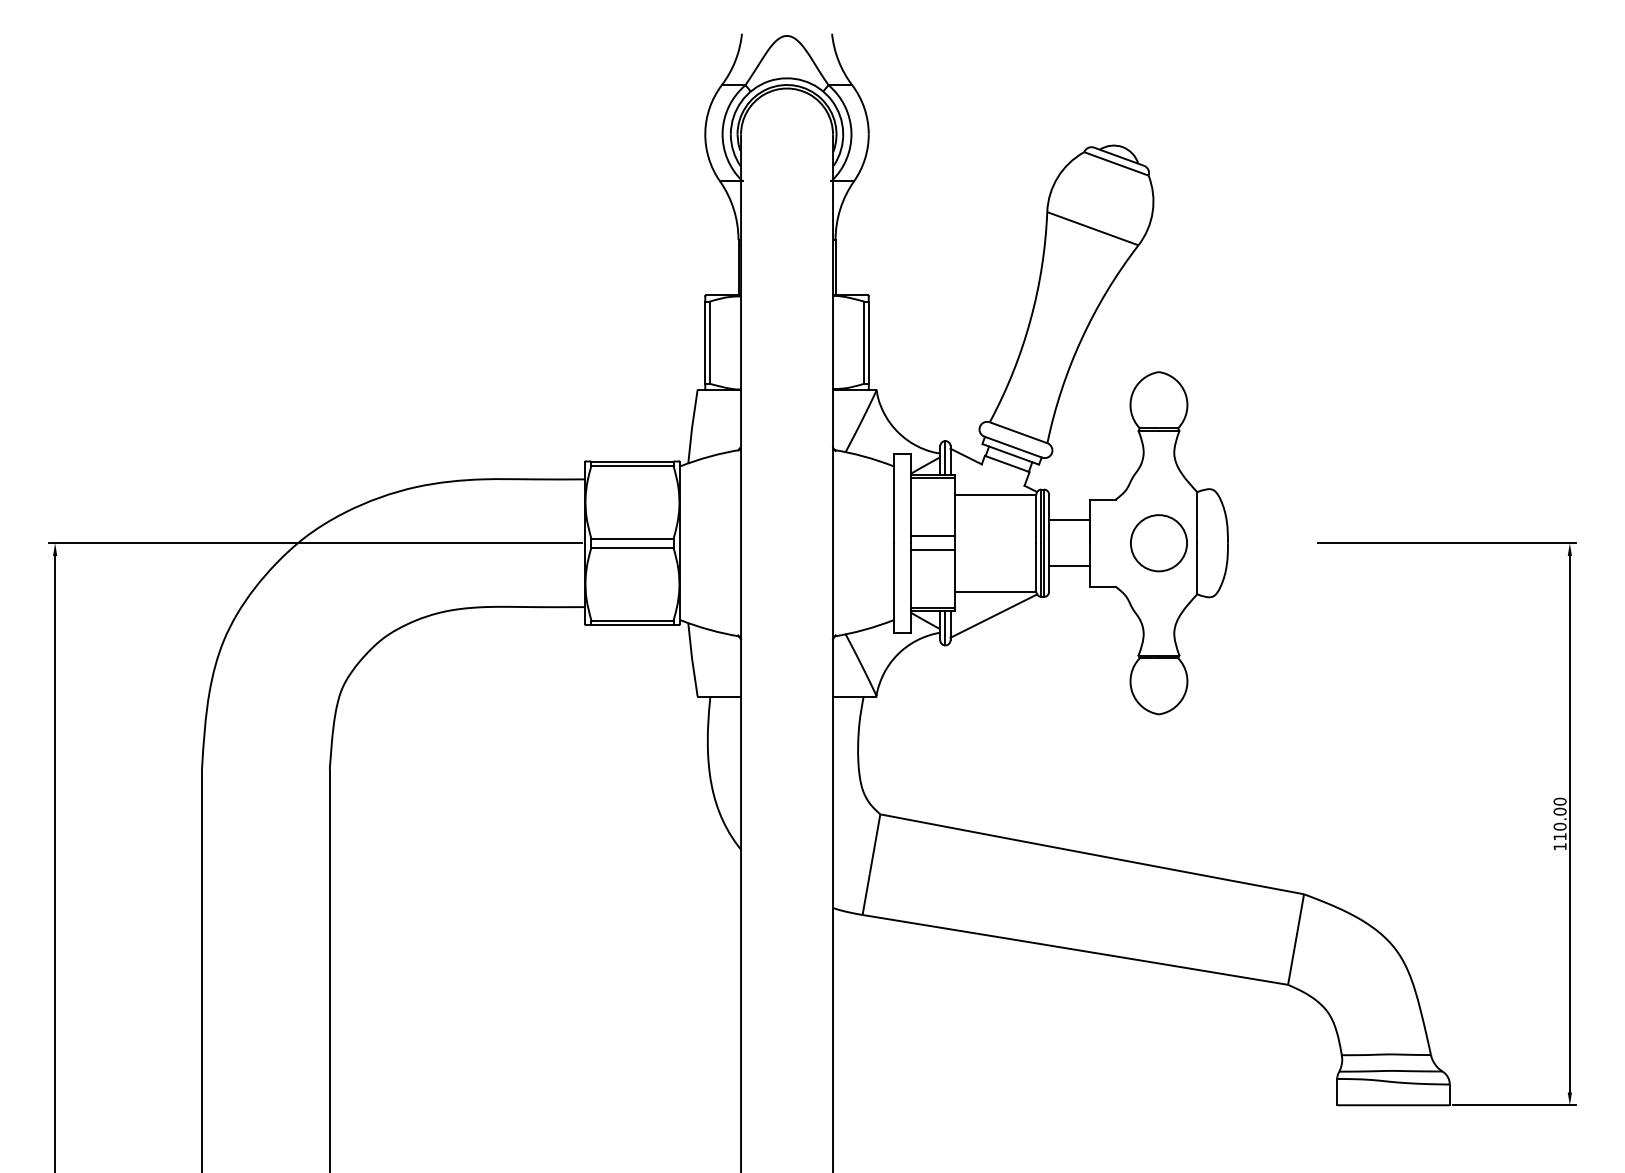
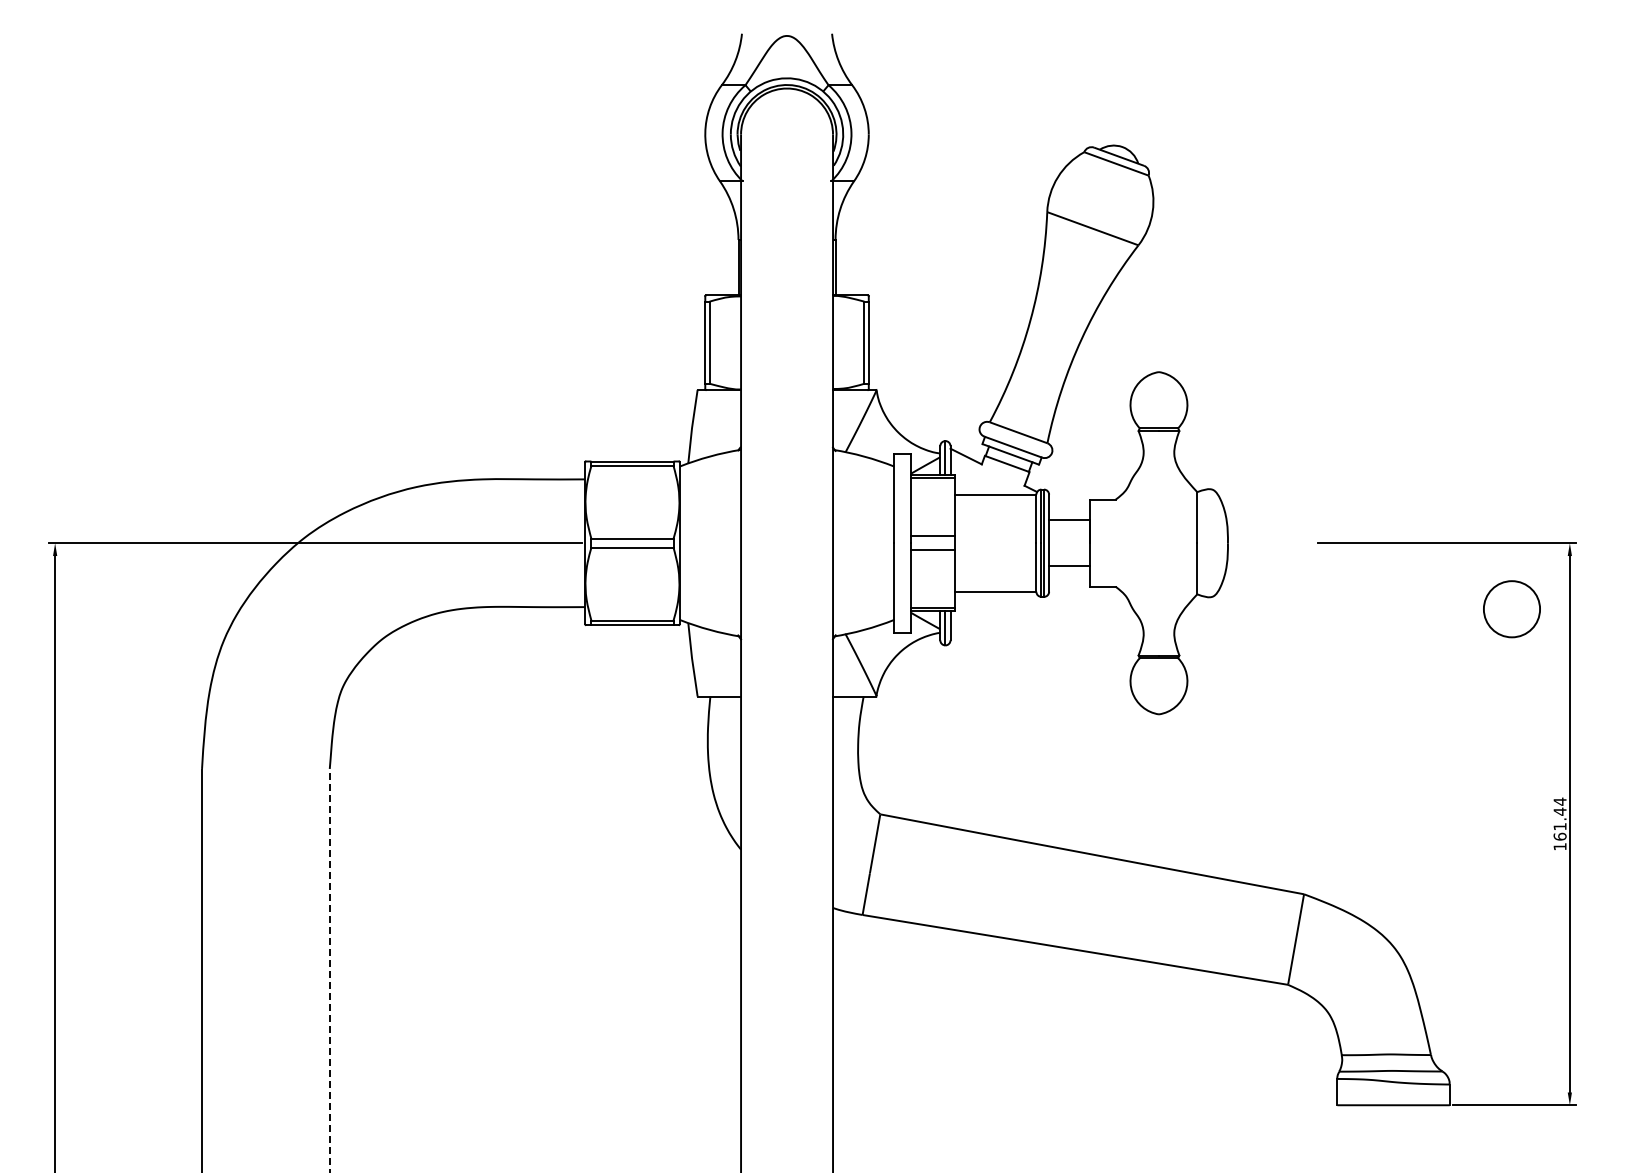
circle at (1158, 543) position: (1158, 543) -> (1511, 609)
line at (993, 615): present -> none
text at (1559, 818): 110.00 -> 161.44
line at (329, 970): solid -> dashed
